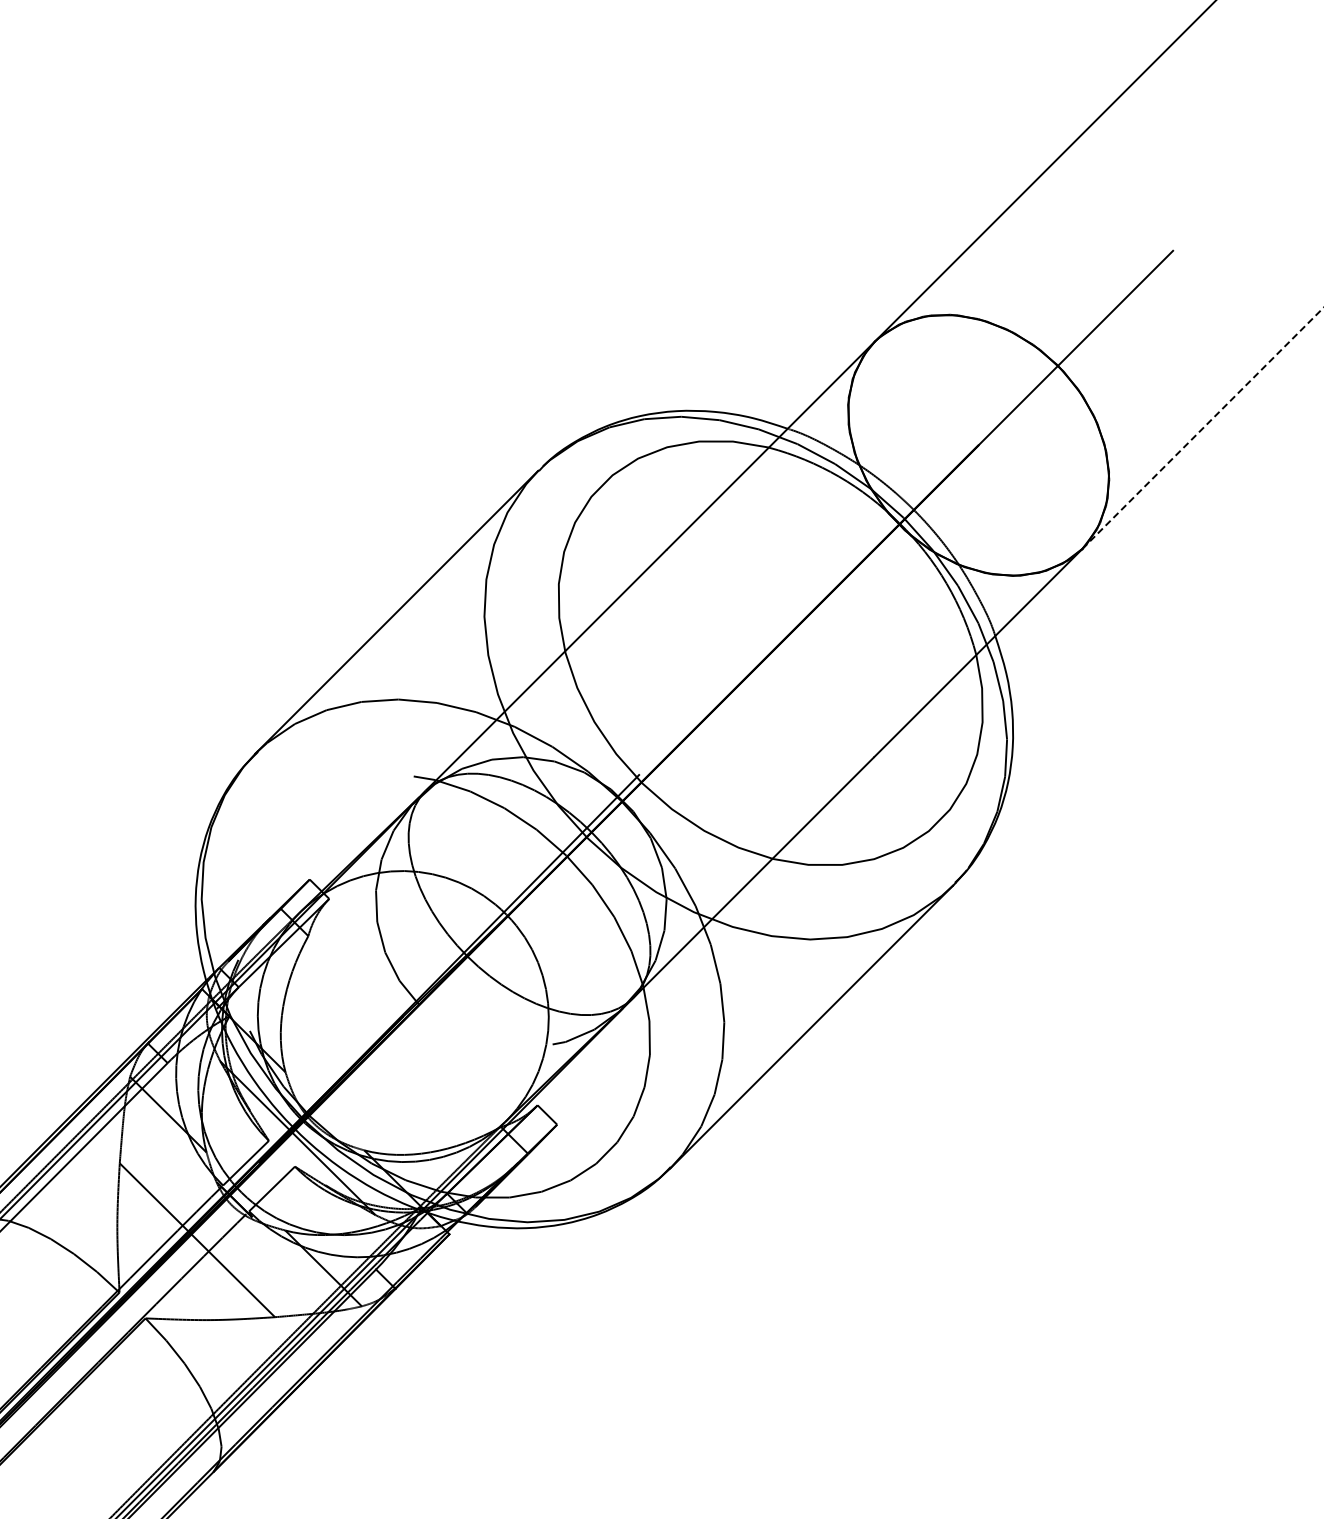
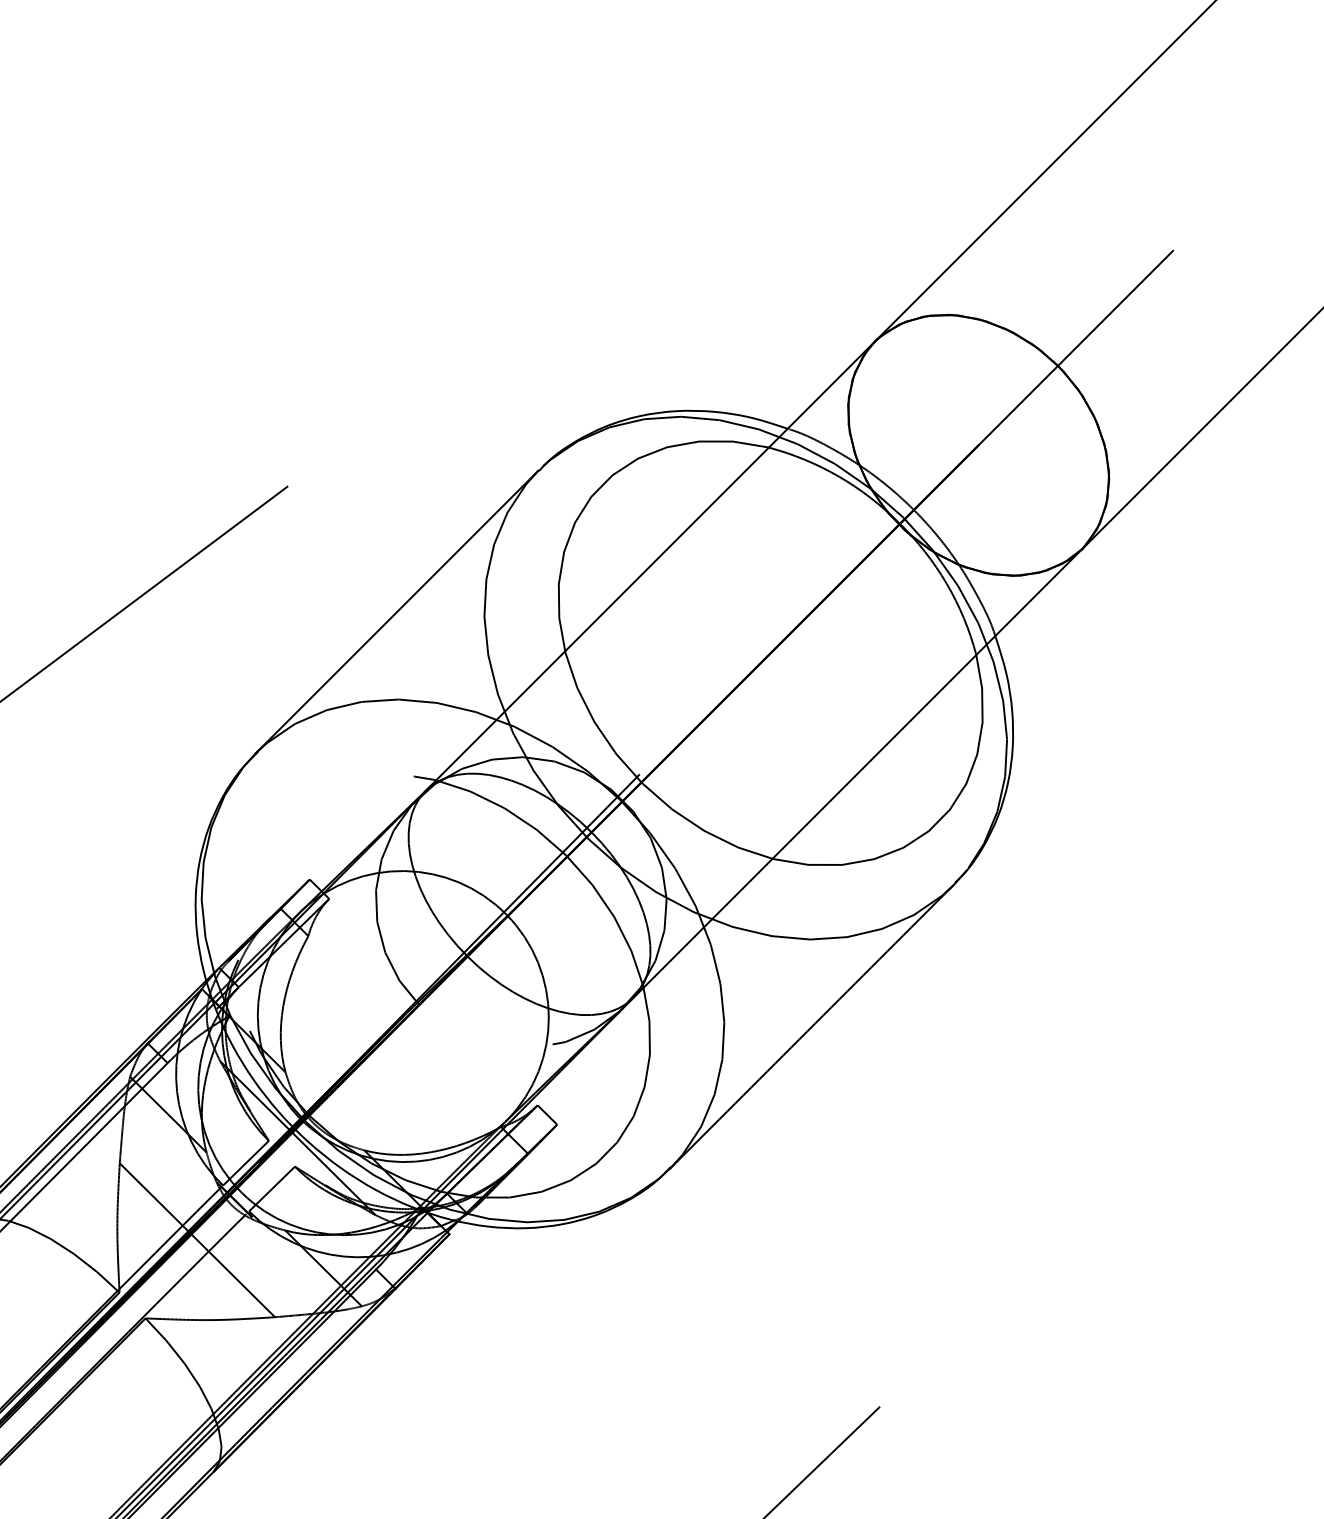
line at (1203, 428): dashed -> solid
line at (145, 593): none -> present
line at (823, 1460): none -> present
